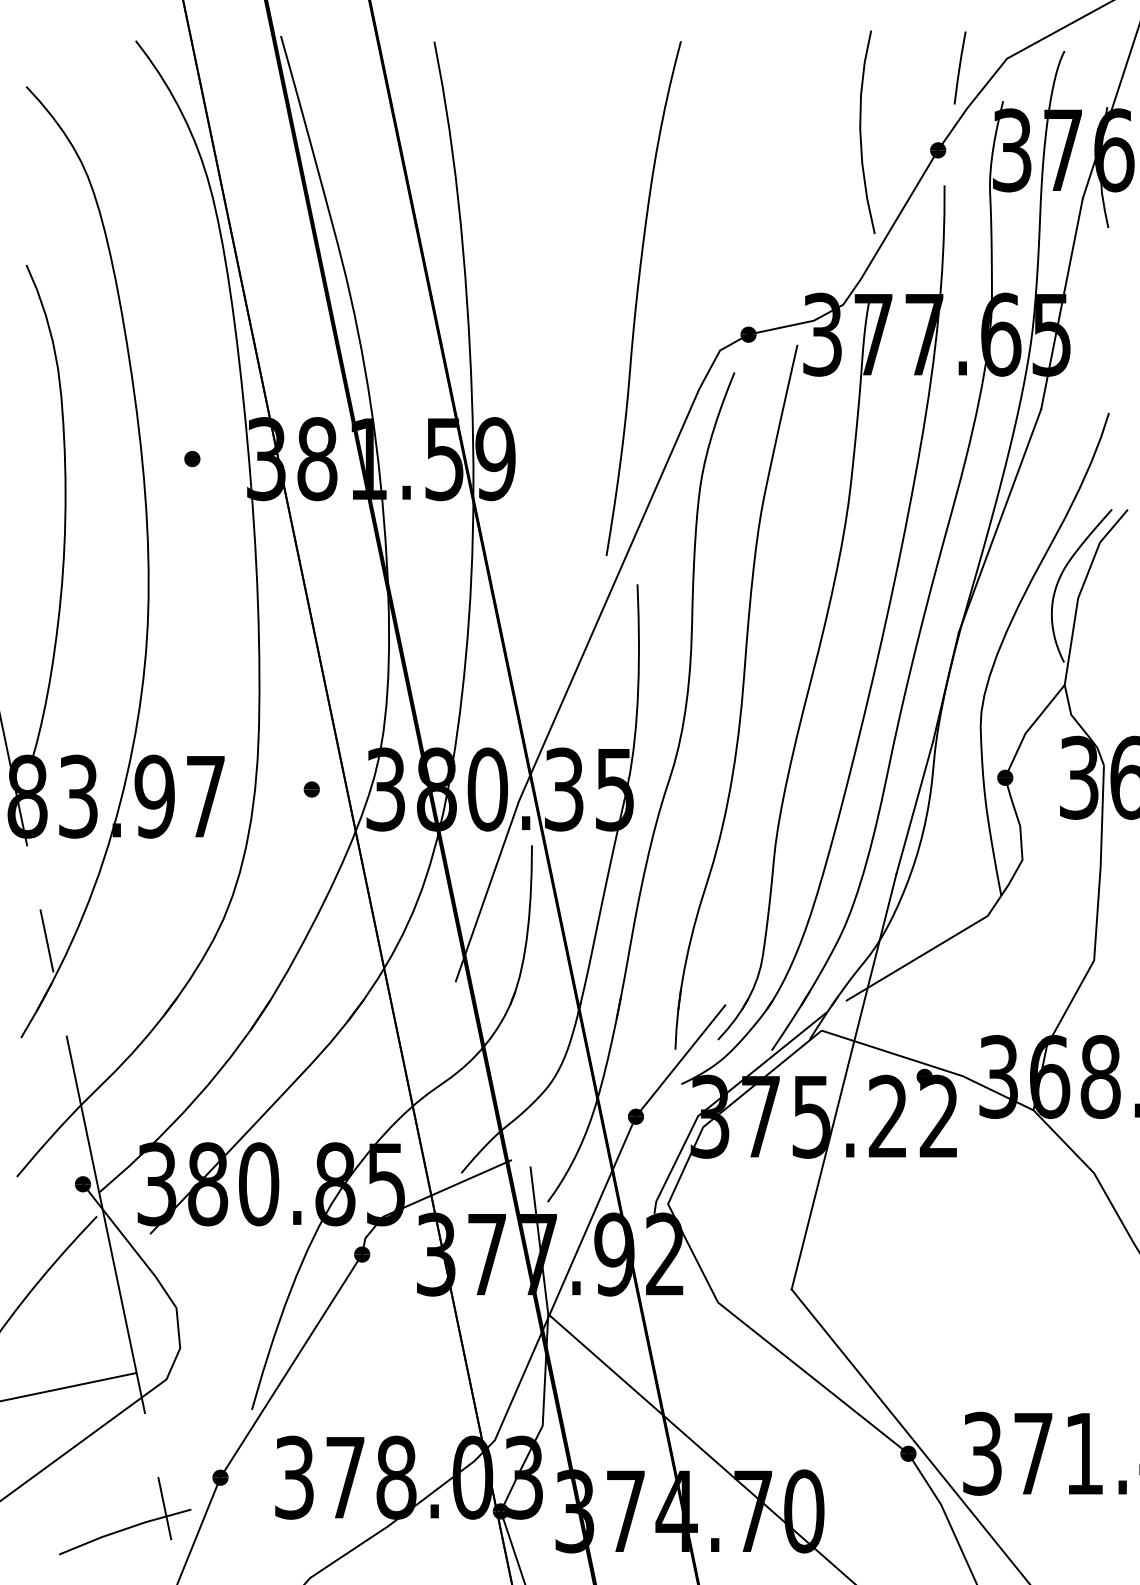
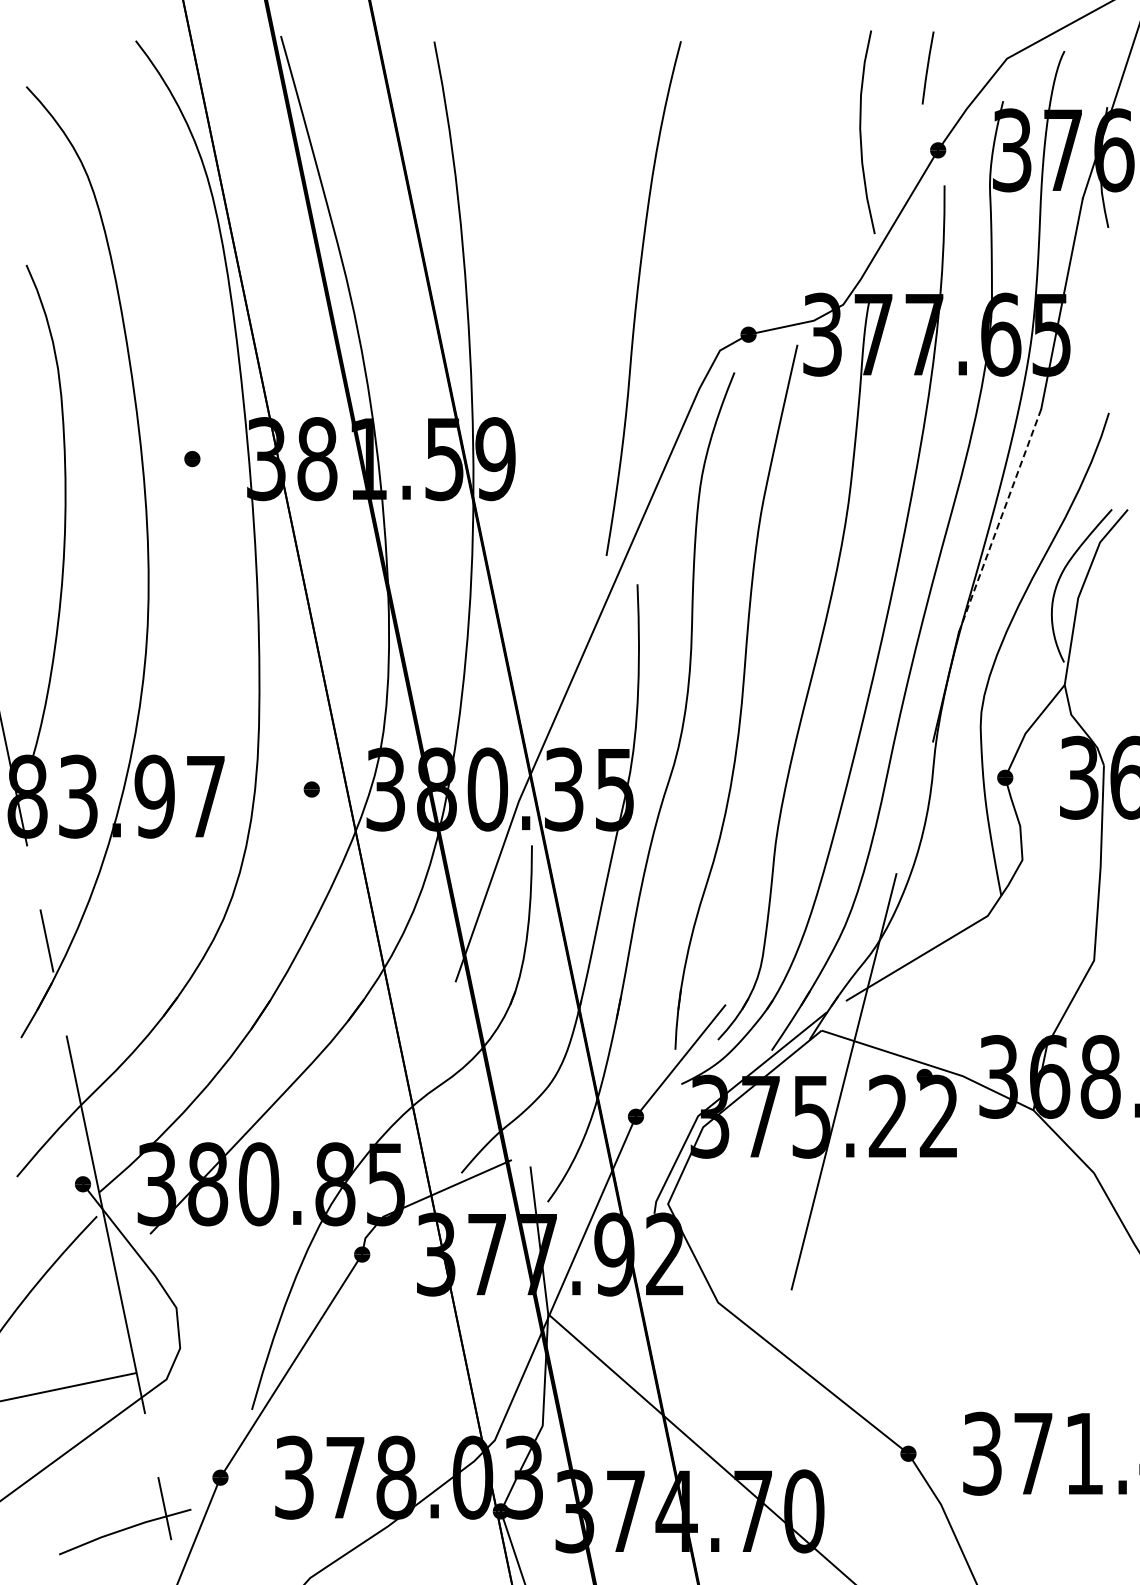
line at (959, 67) position: (959, 67) -> (927, 67)
line at (1000, 520): solid -> dashed
line at (914, 807): present -> none
line at (909, 1435): present -> none
